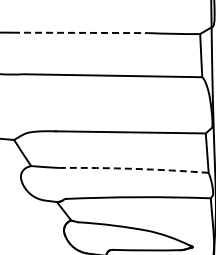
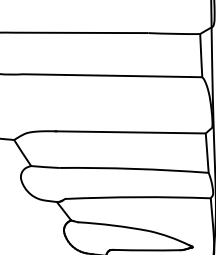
line at (80, 32): dashed -> solid
arc at (134, 168): dashed -> solid
